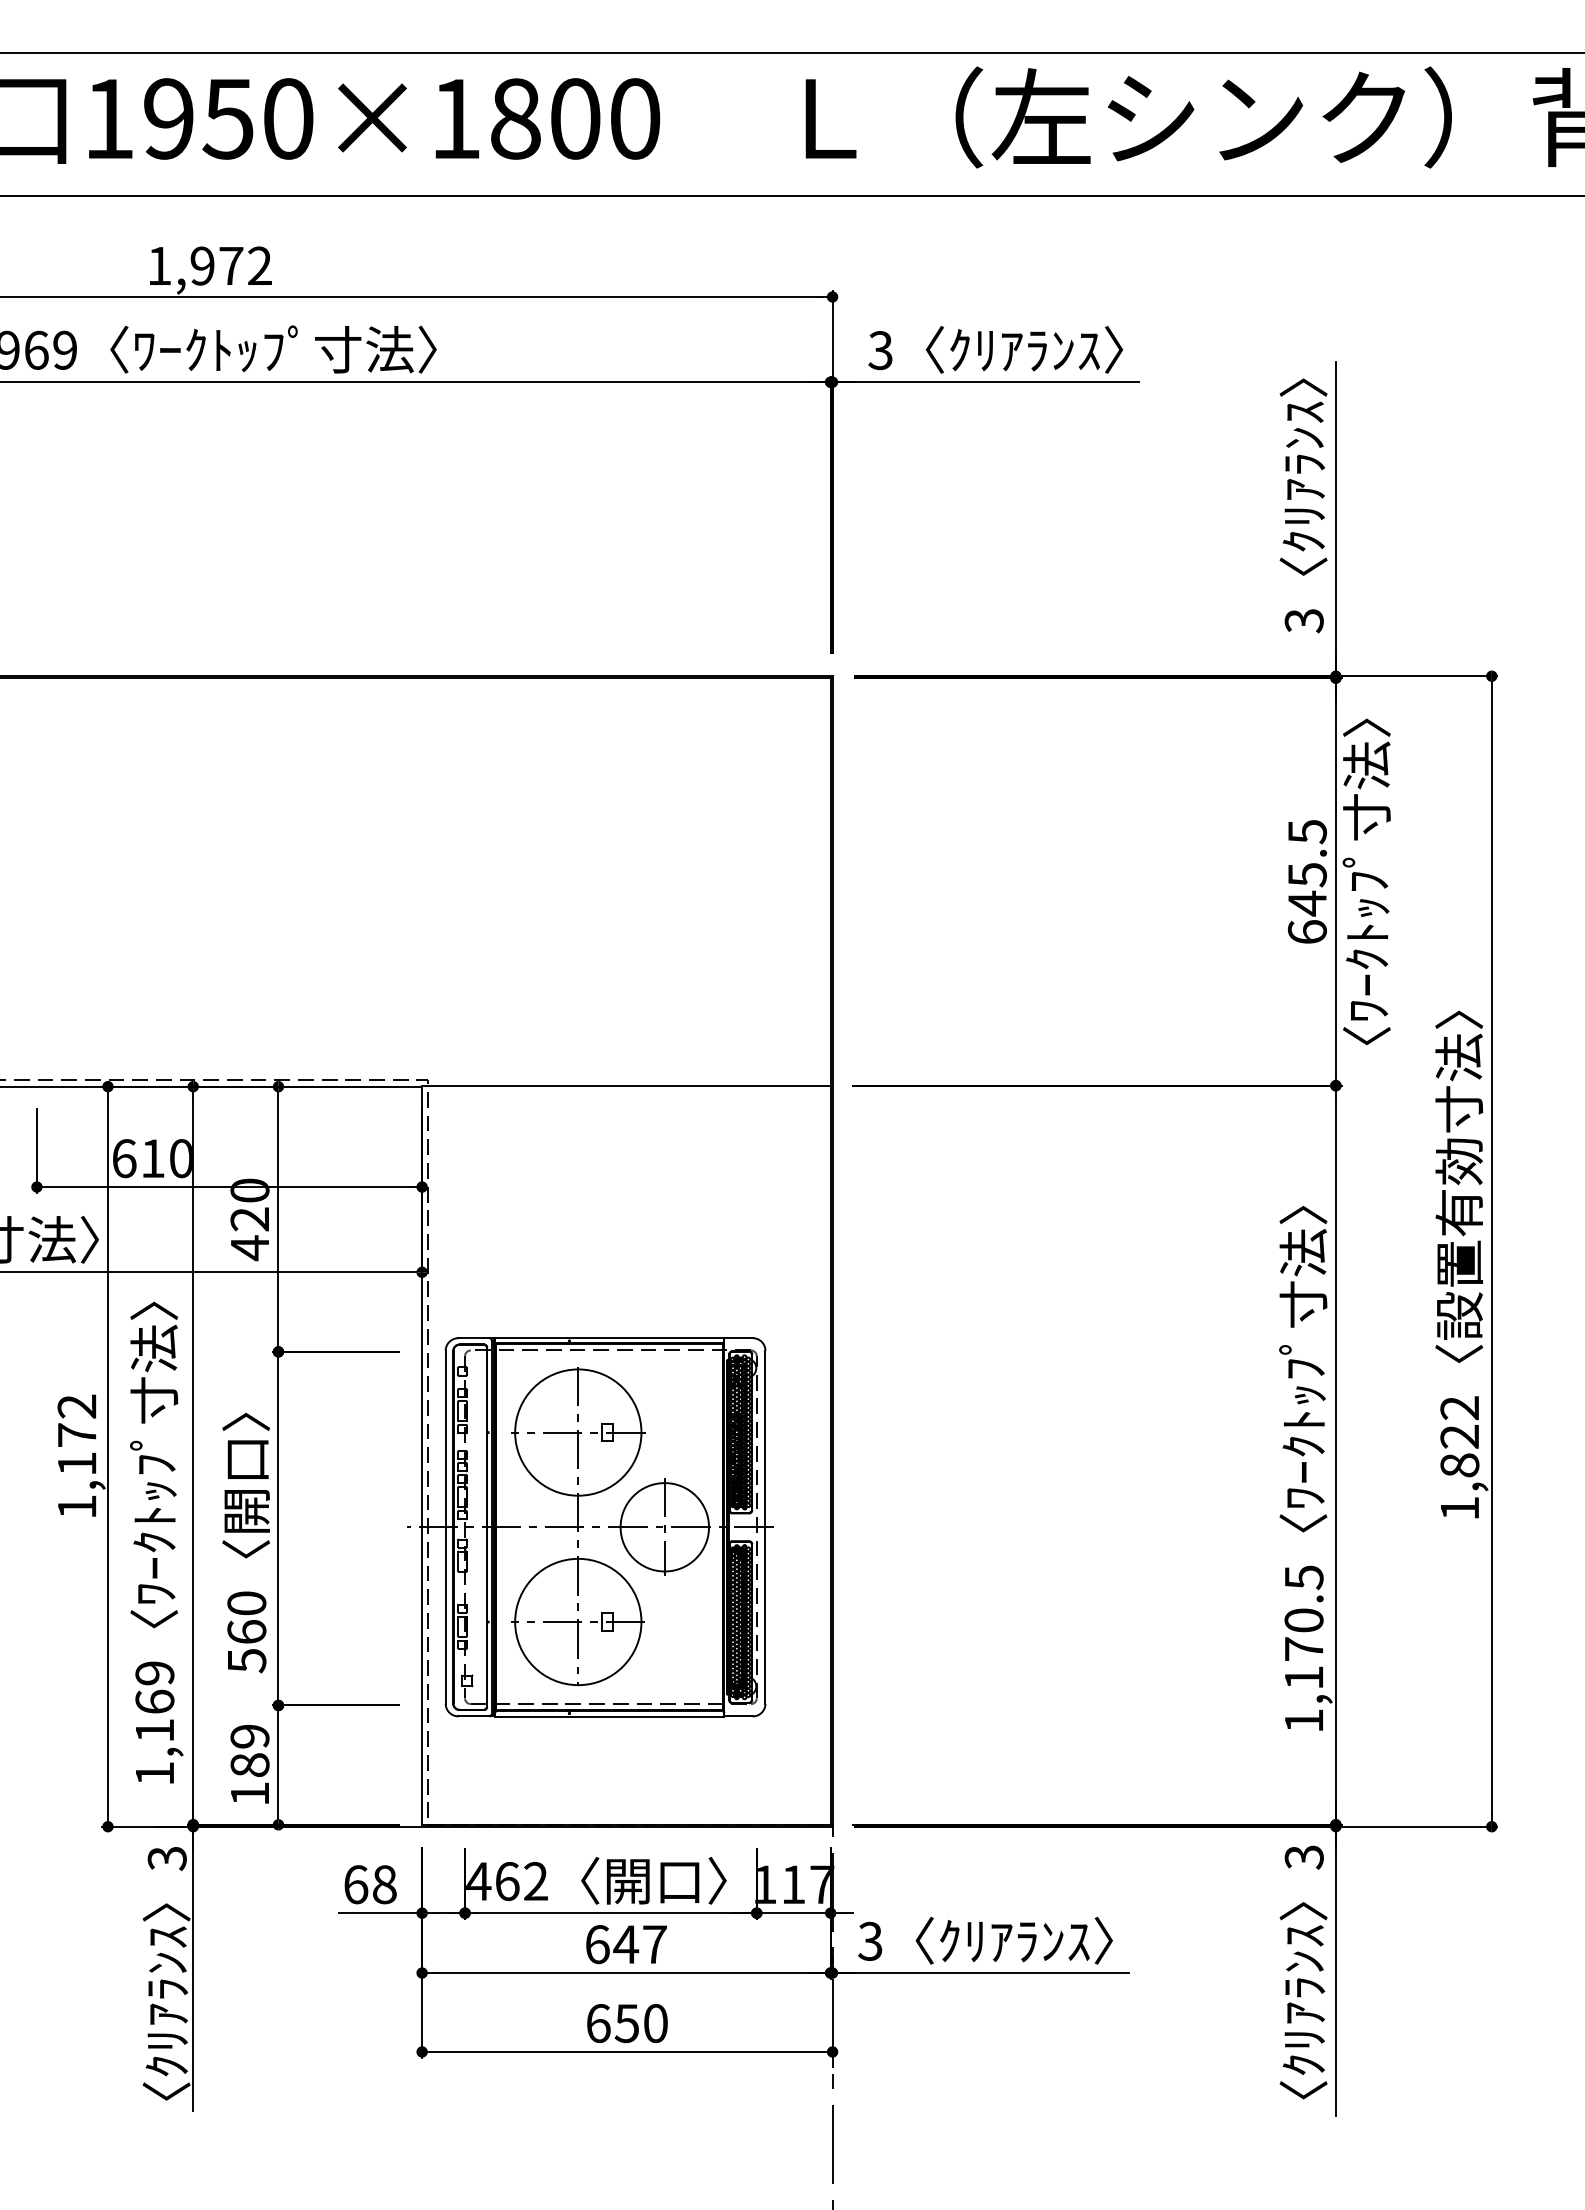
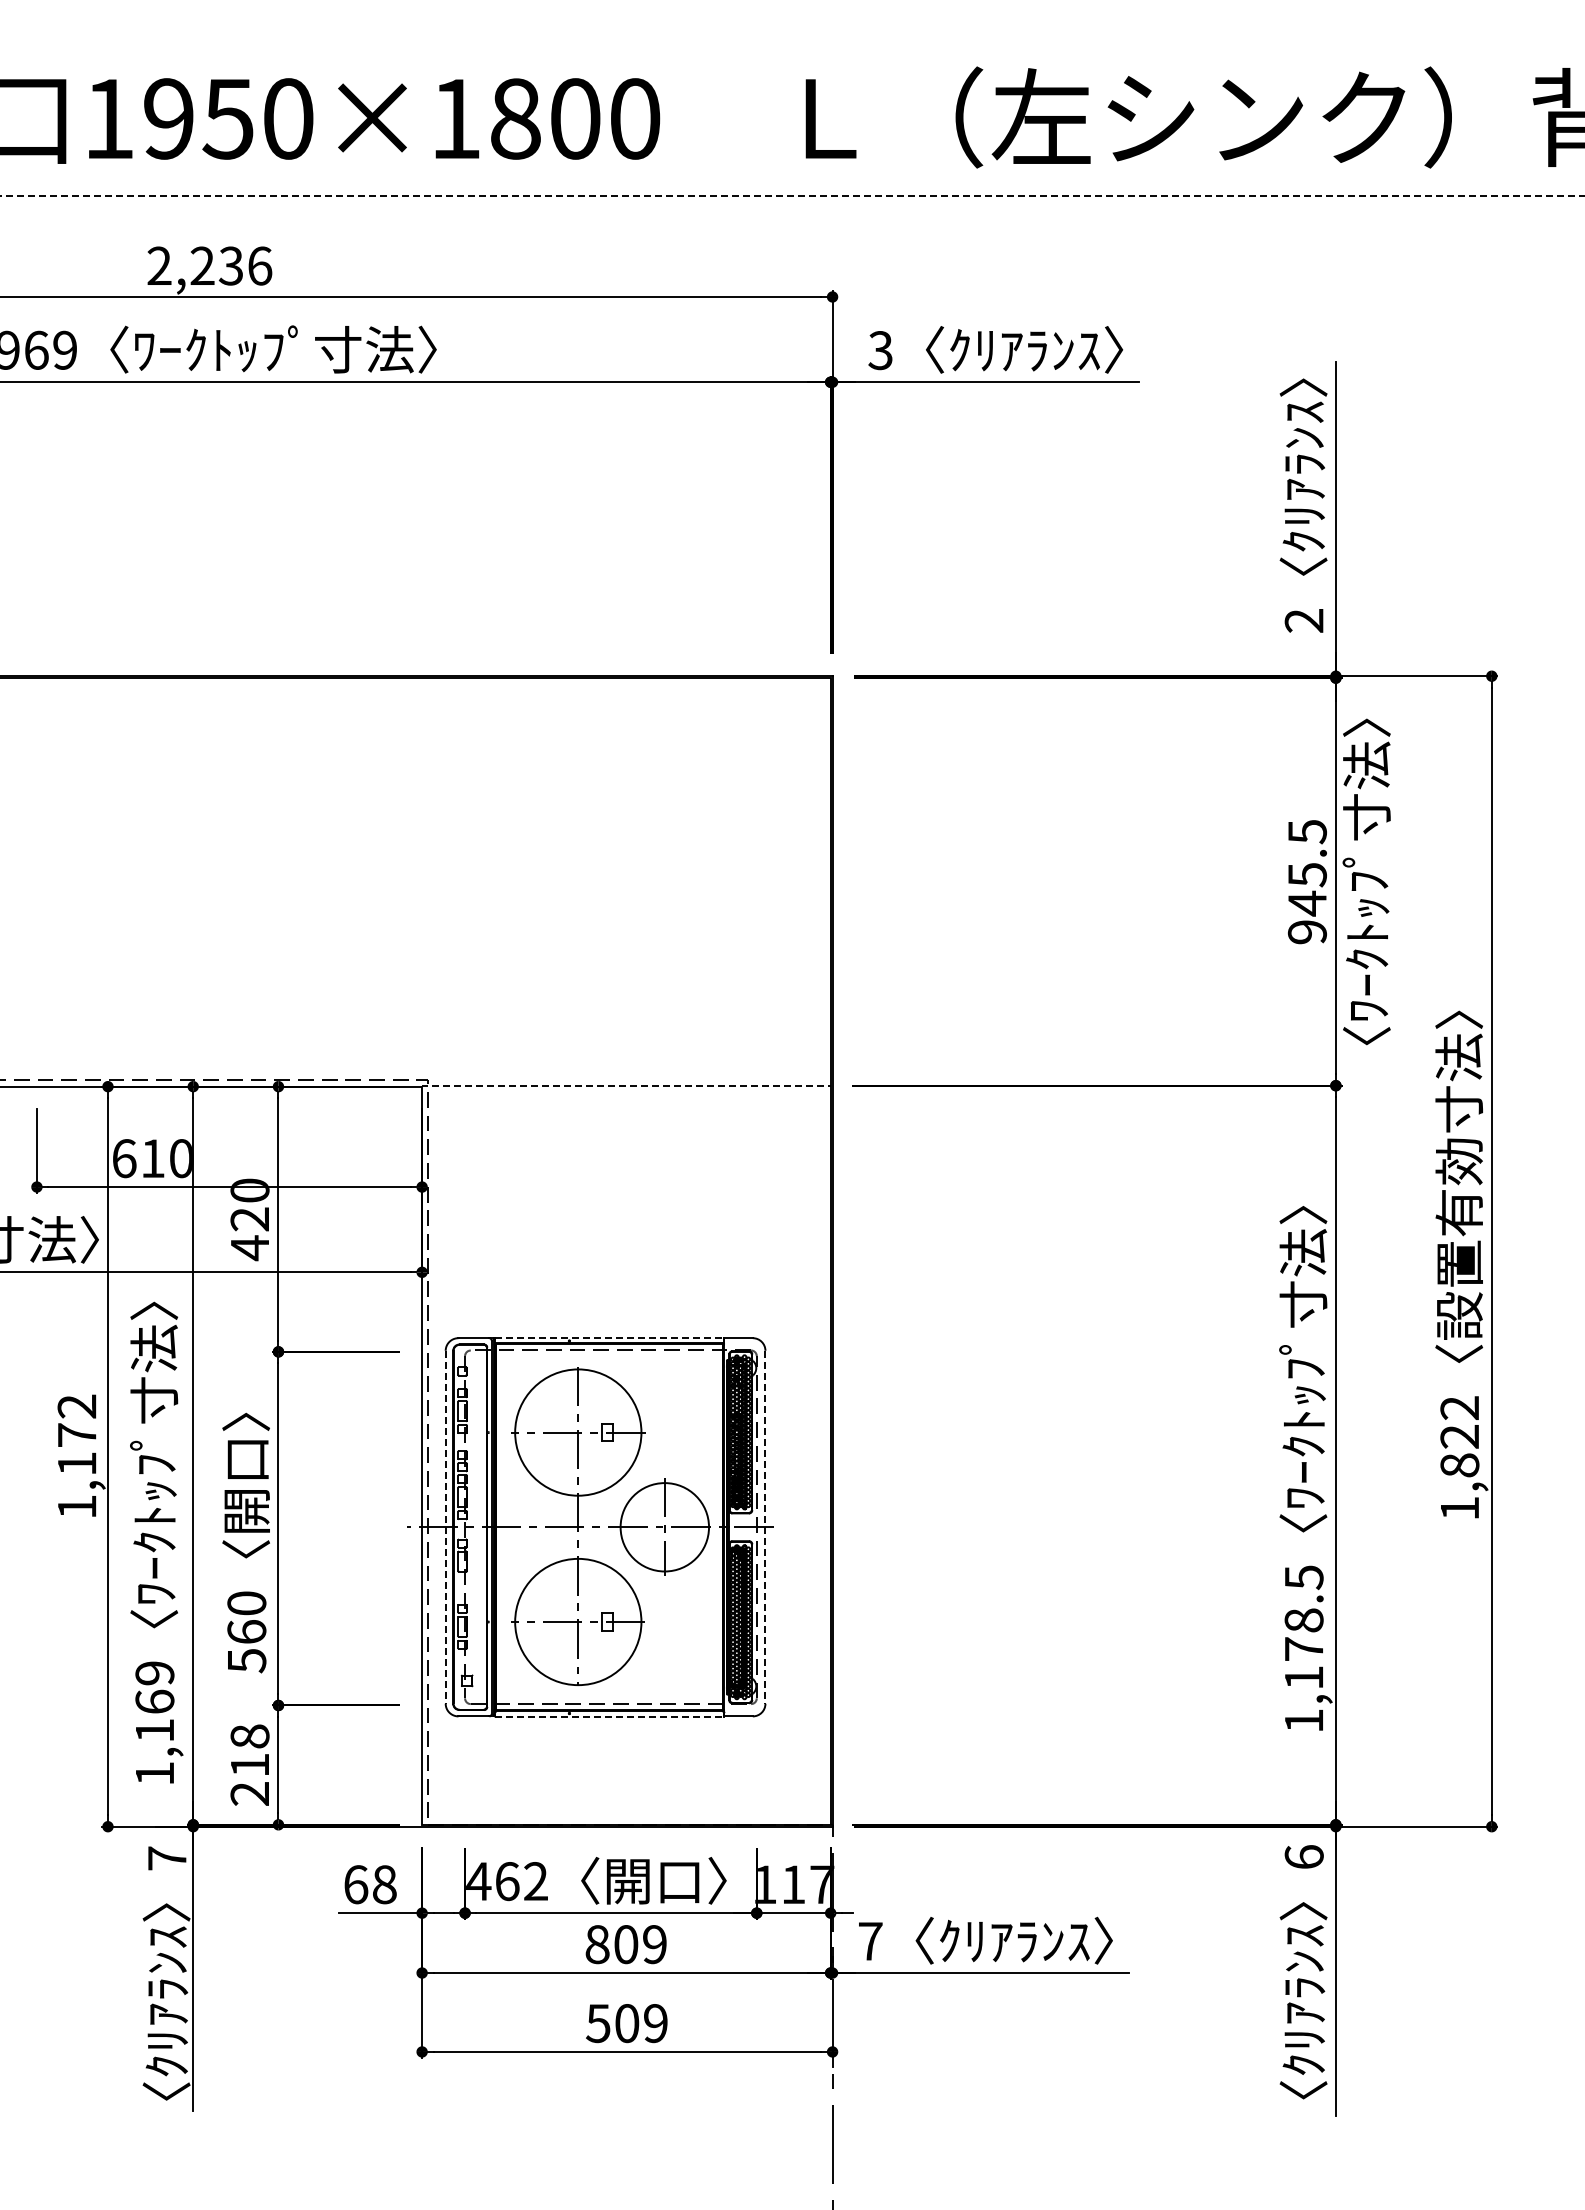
line at (791, 53): present -> none
line at (793, 196): solid -> dashed
text at (209, 265): 1,972 -> 2,236
text at (1303, 621): 3 -> 2
text at (1306, 932): 645.5 -> 945.5
line at (625, 1085): solid -> dashed
line at (609, 1337): solid -> dashed
line at (445, 1527): solid -> dashed
line at (765, 1527): solid -> dashed
text at (1303, 1620): 1,170.5 -> 1,178.5
line at (609, 1716): solid -> dashed
text at (249, 1764): 189 -> 218
text at (1303, 1857): 3 -> 6
text at (166, 1858): 3 -> 7
text at (870, 1940): 3 -> 7
text at (625, 1944): 647 -> 809
text at (626, 2023): 650 -> 509
